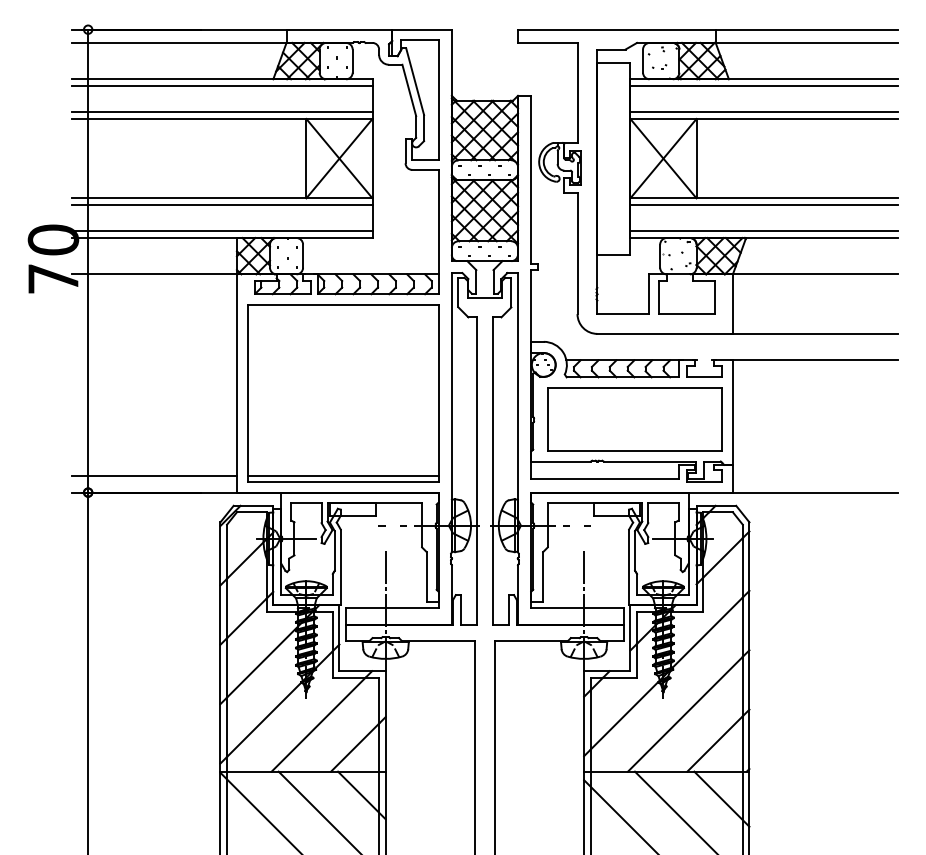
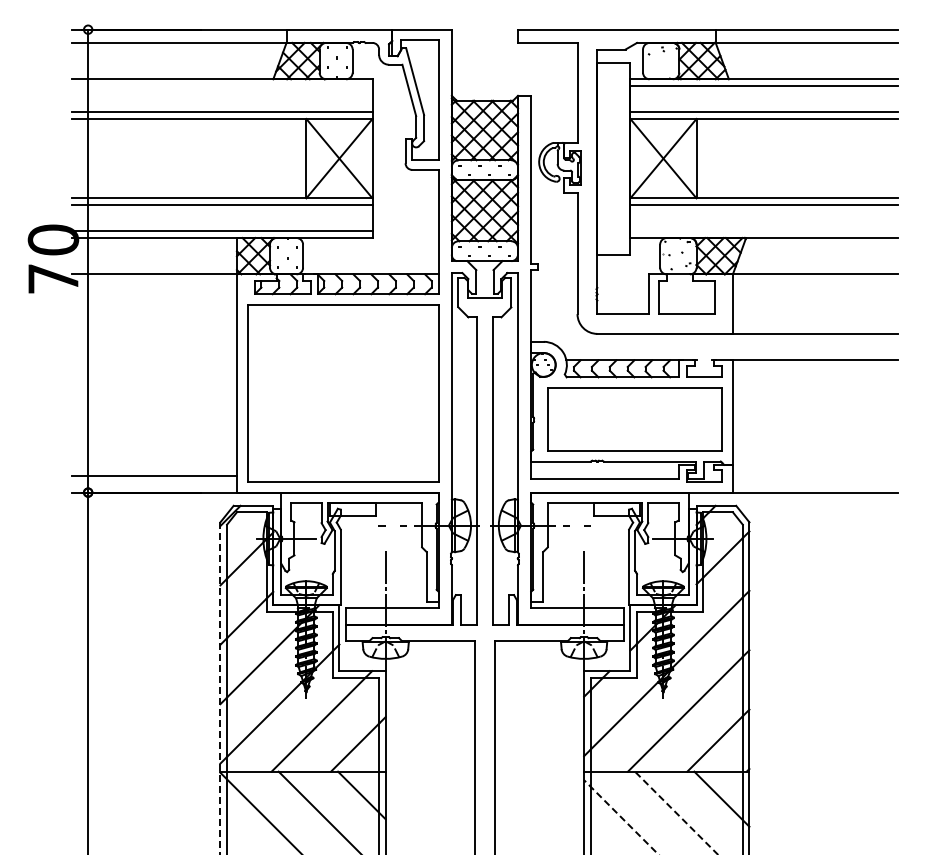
part at (659, 66): present -> none
line at (221, 85): present -> none
line at (764, 231): present -> none
line at (342, 476): present -> none
line at (220, 688): solid -> dashed
line at (675, 812): solid -> dashed
line at (620, 816): solid -> dashed
